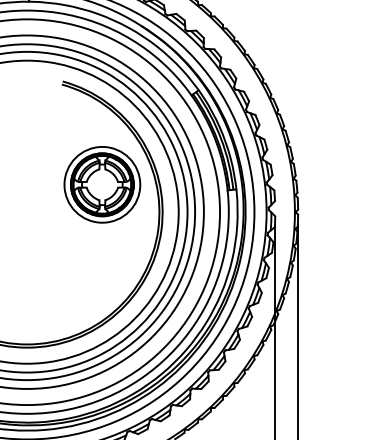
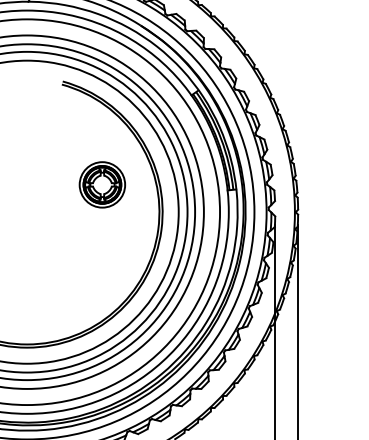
part at (102, 184) size: 79x78 px -> 48x48 px
